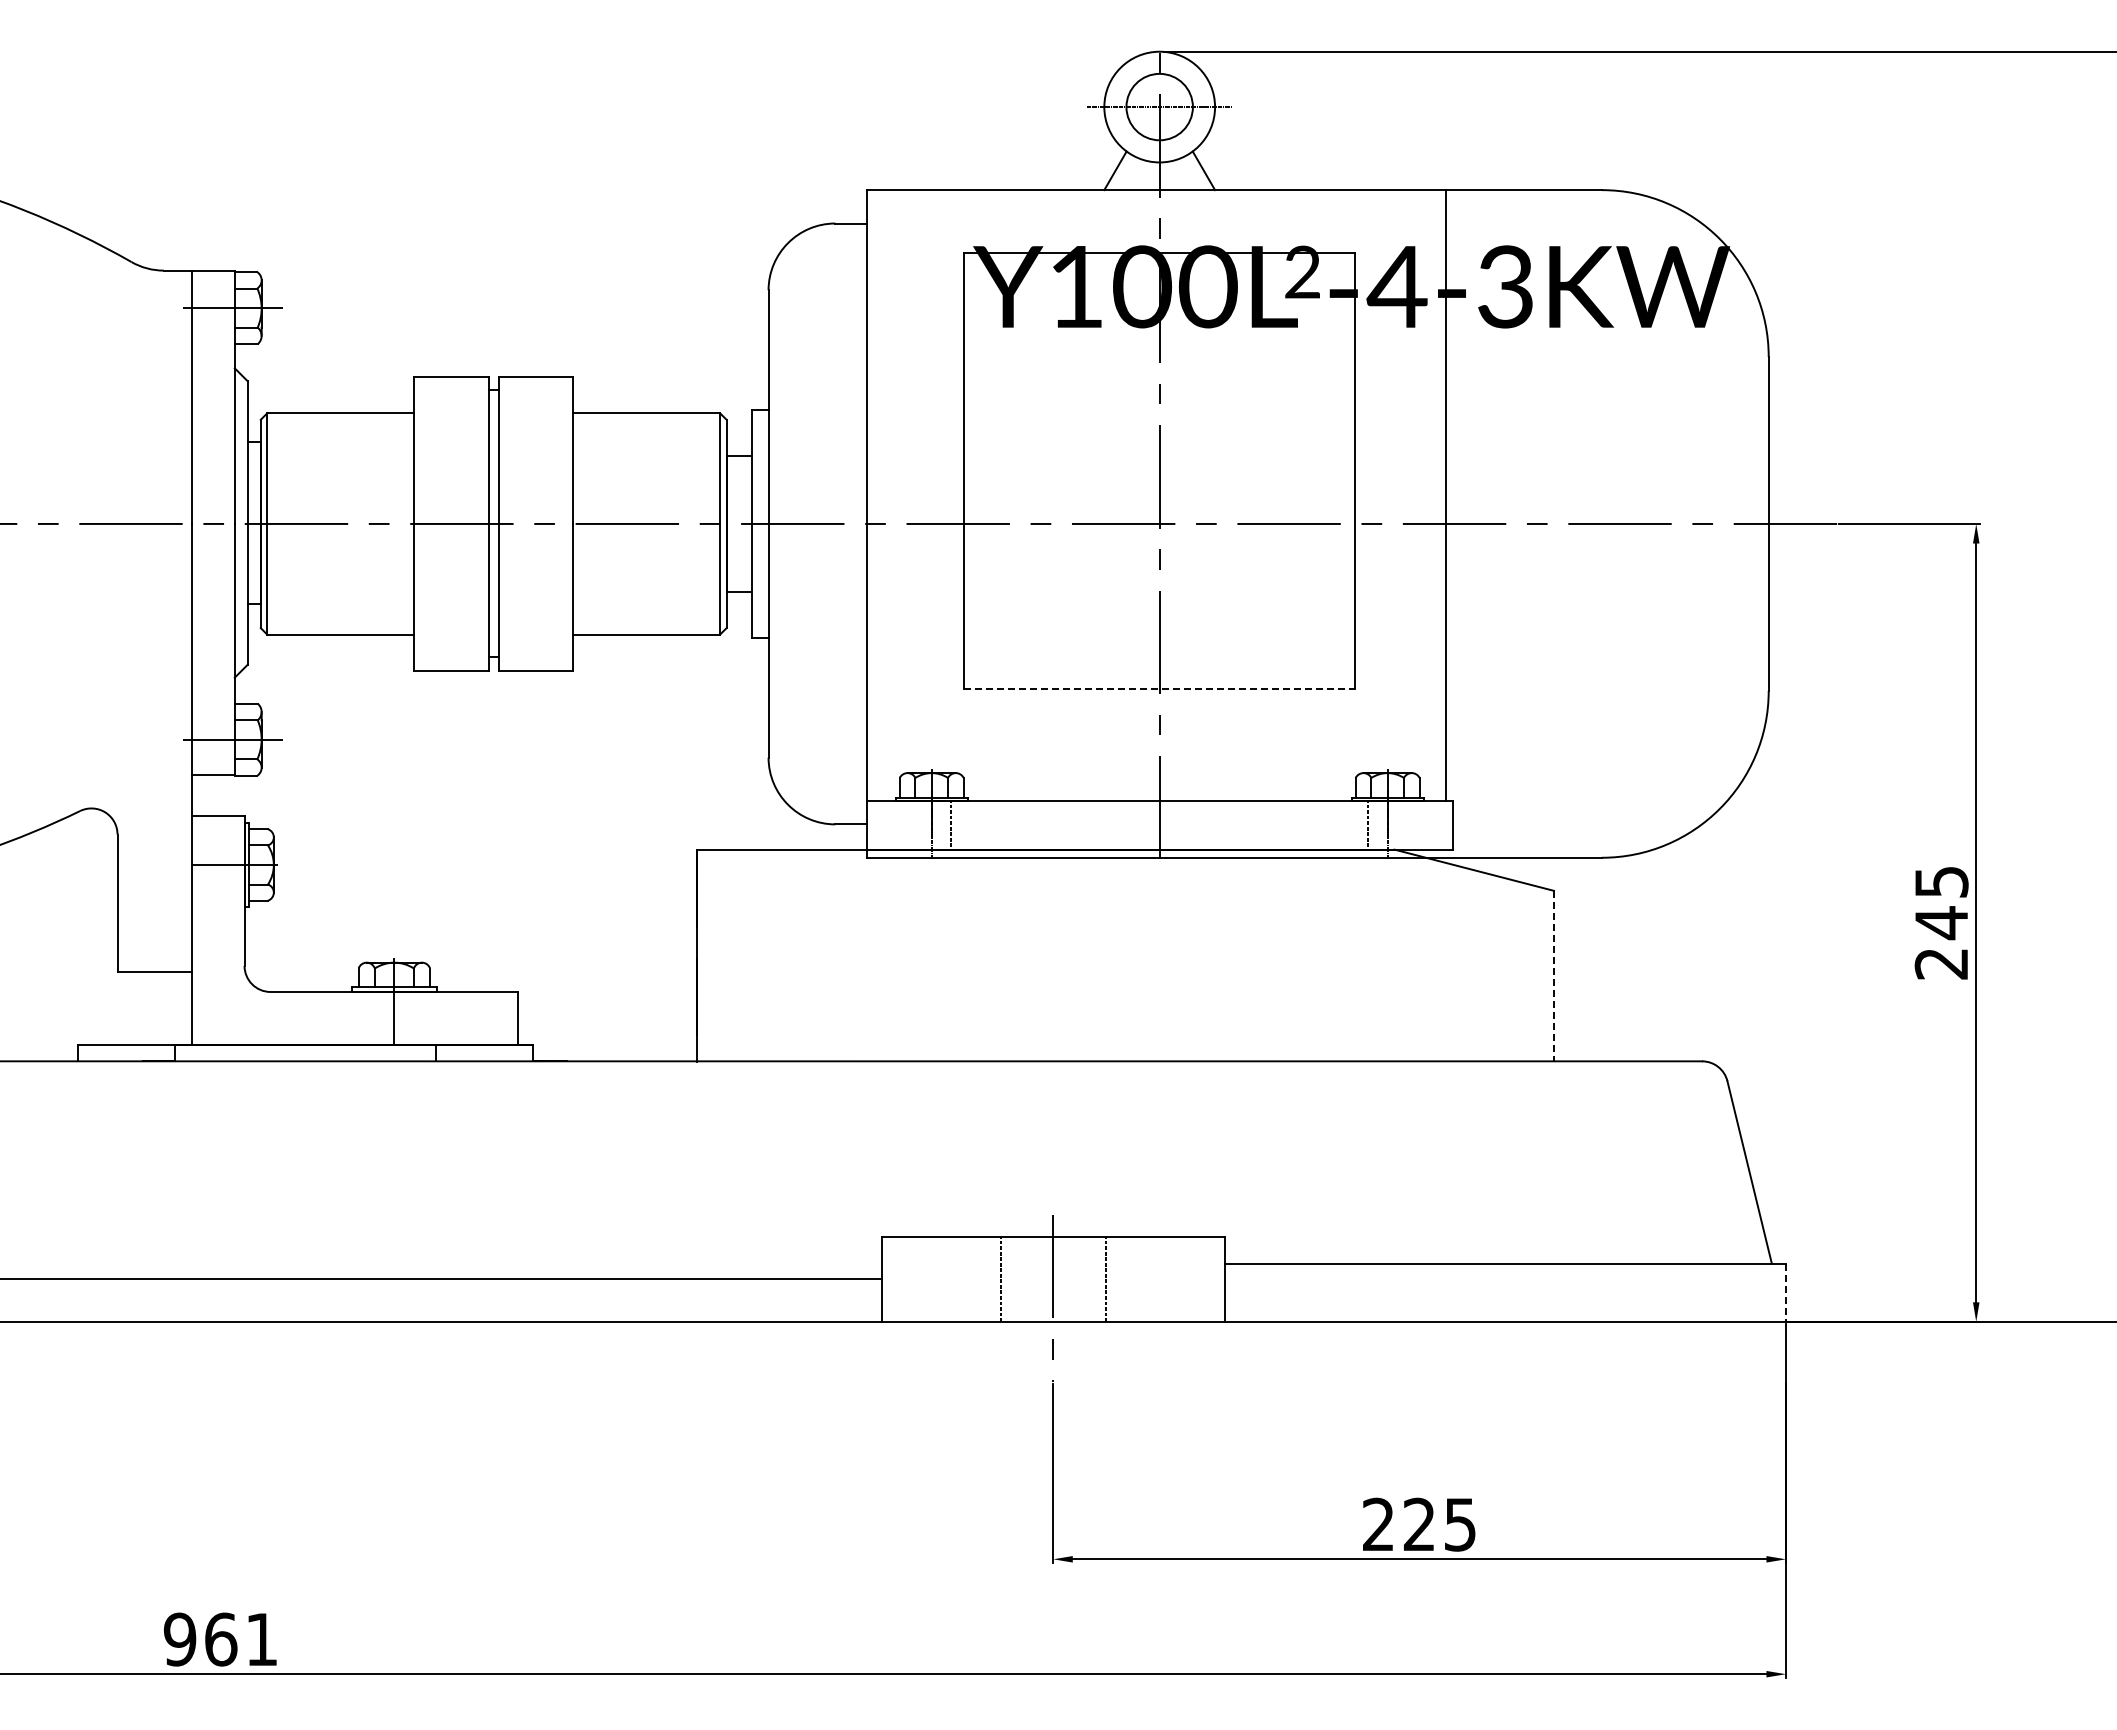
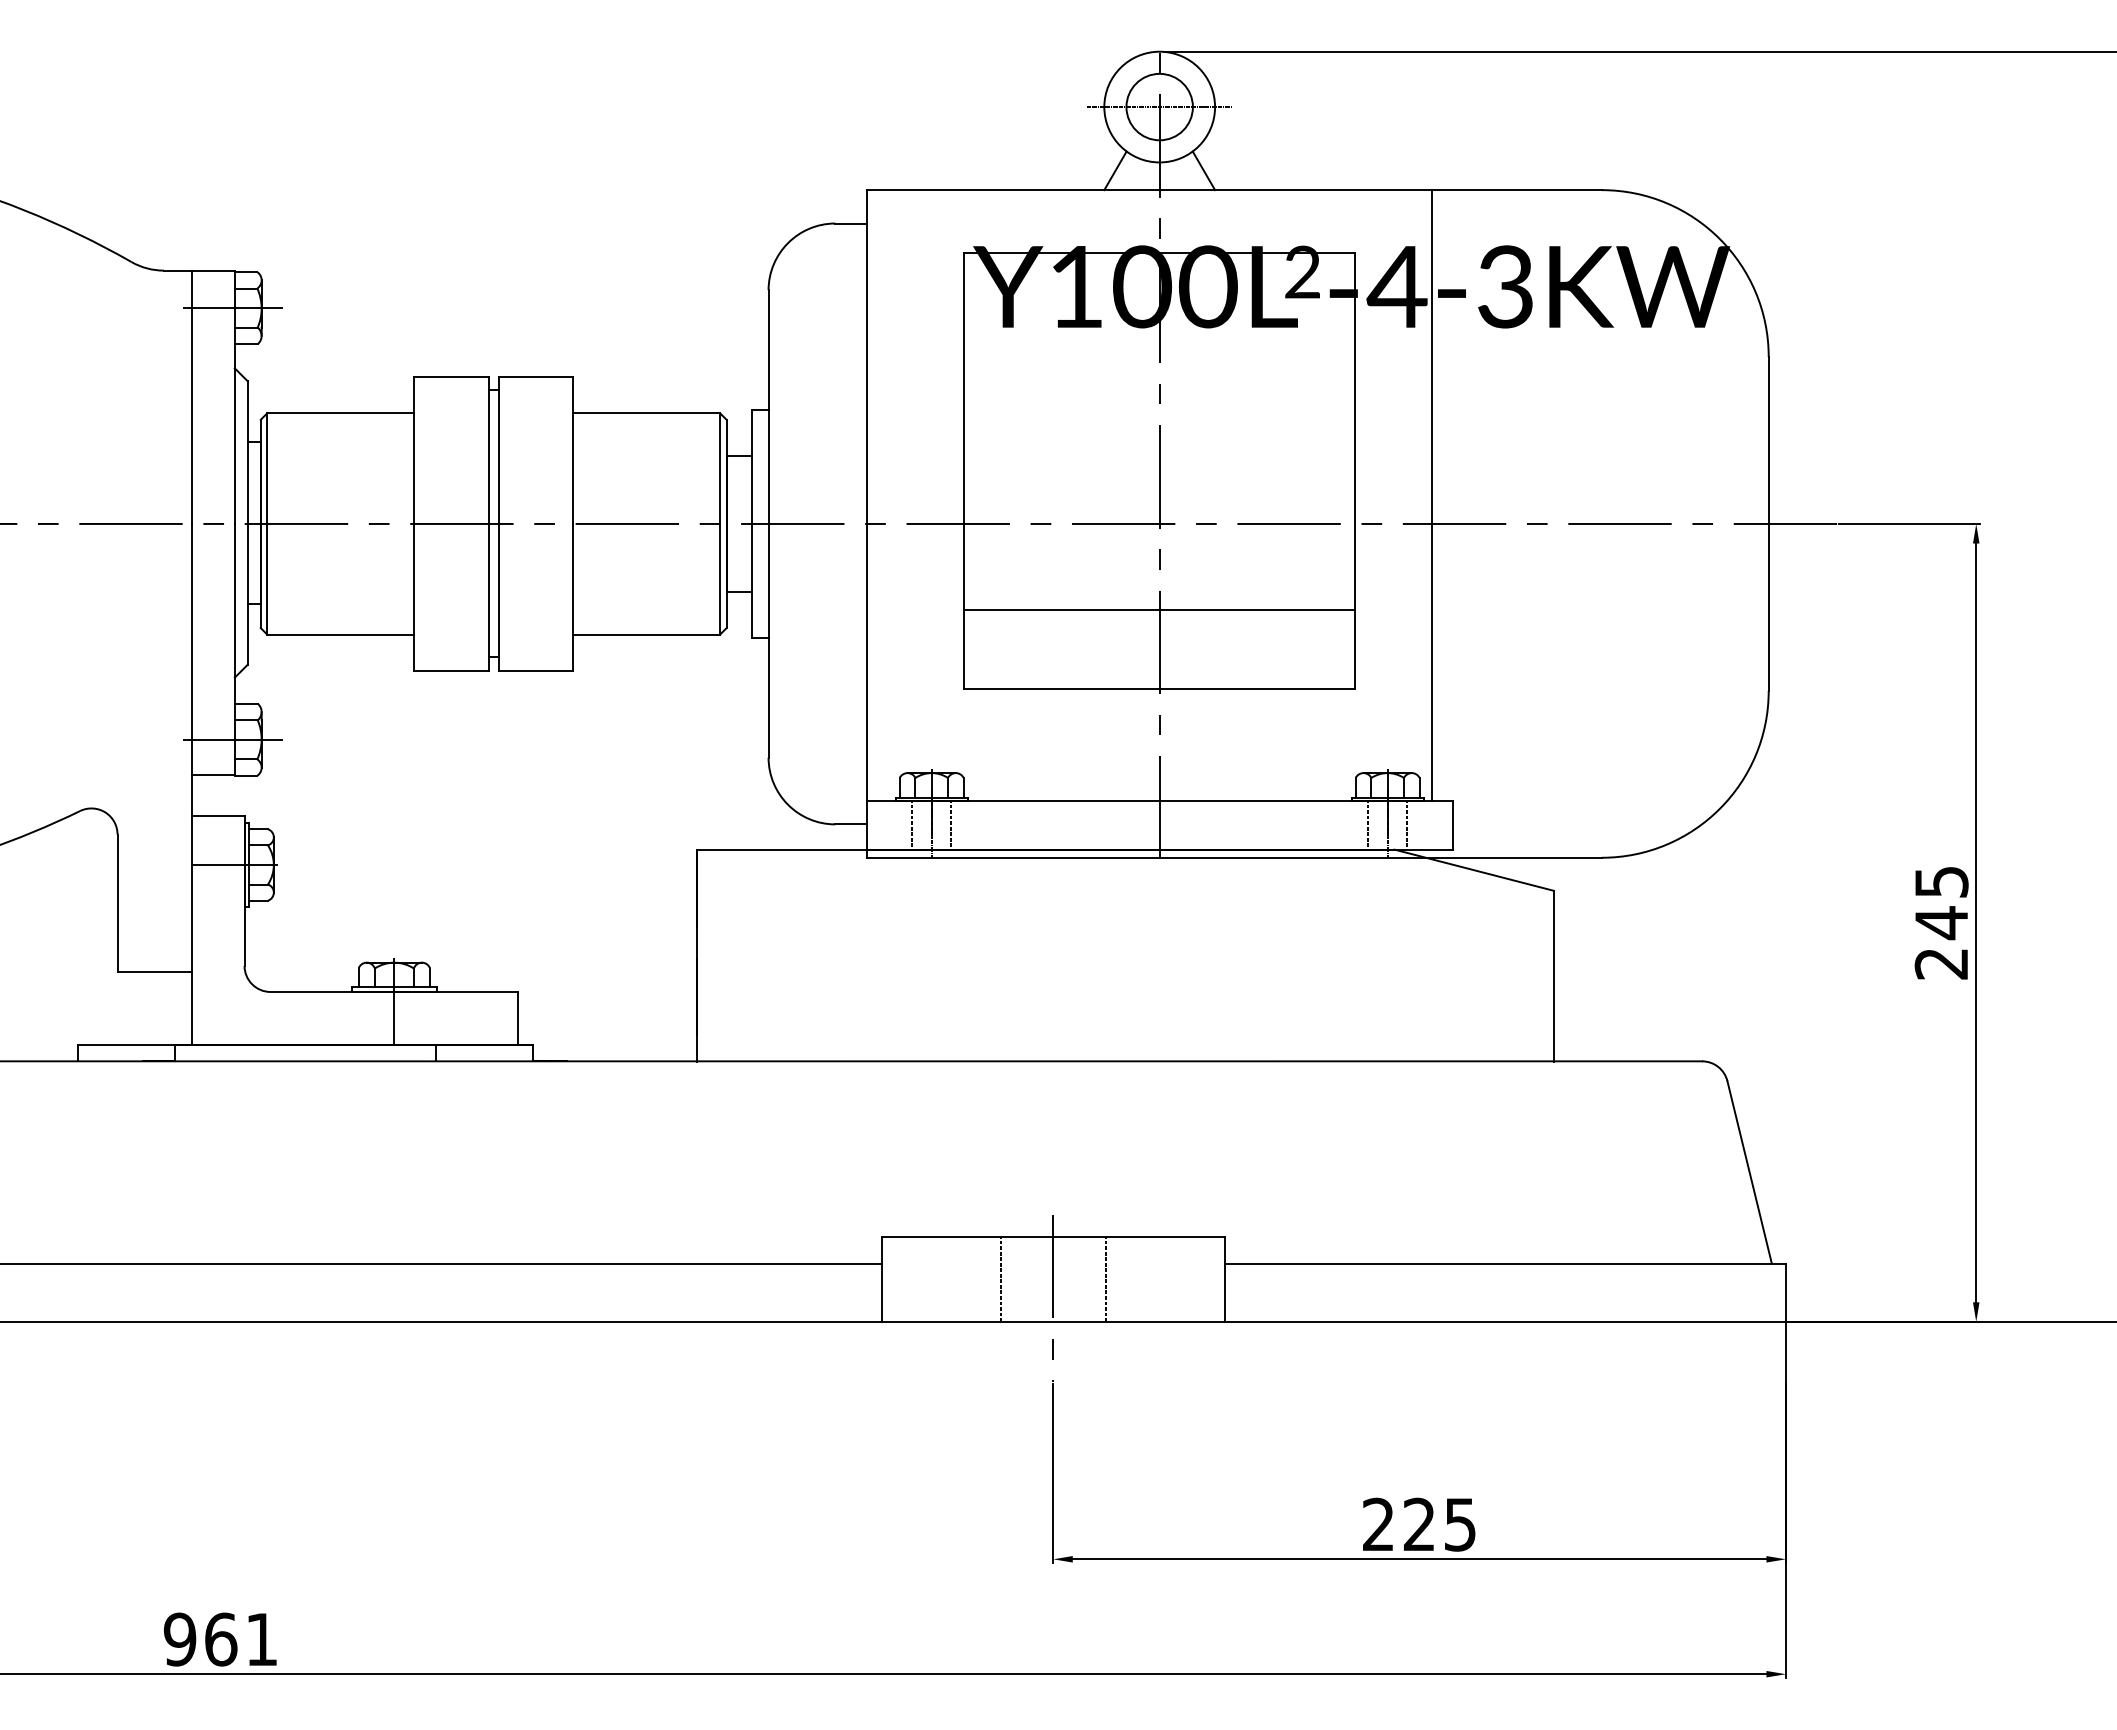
line at (1445, 495) position: (1445, 495) -> (1431, 495)
line at (1159, 609): none -> present
line at (1160, 689): dashed -> solid
line at (912, 824): none -> present
line at (1407, 824): none -> present
line at (1553, 976): dashed -> solid
line at (441, 1278) position: (441, 1278) -> (441, 1263)
line at (1786, 1293): dashed -> solid
